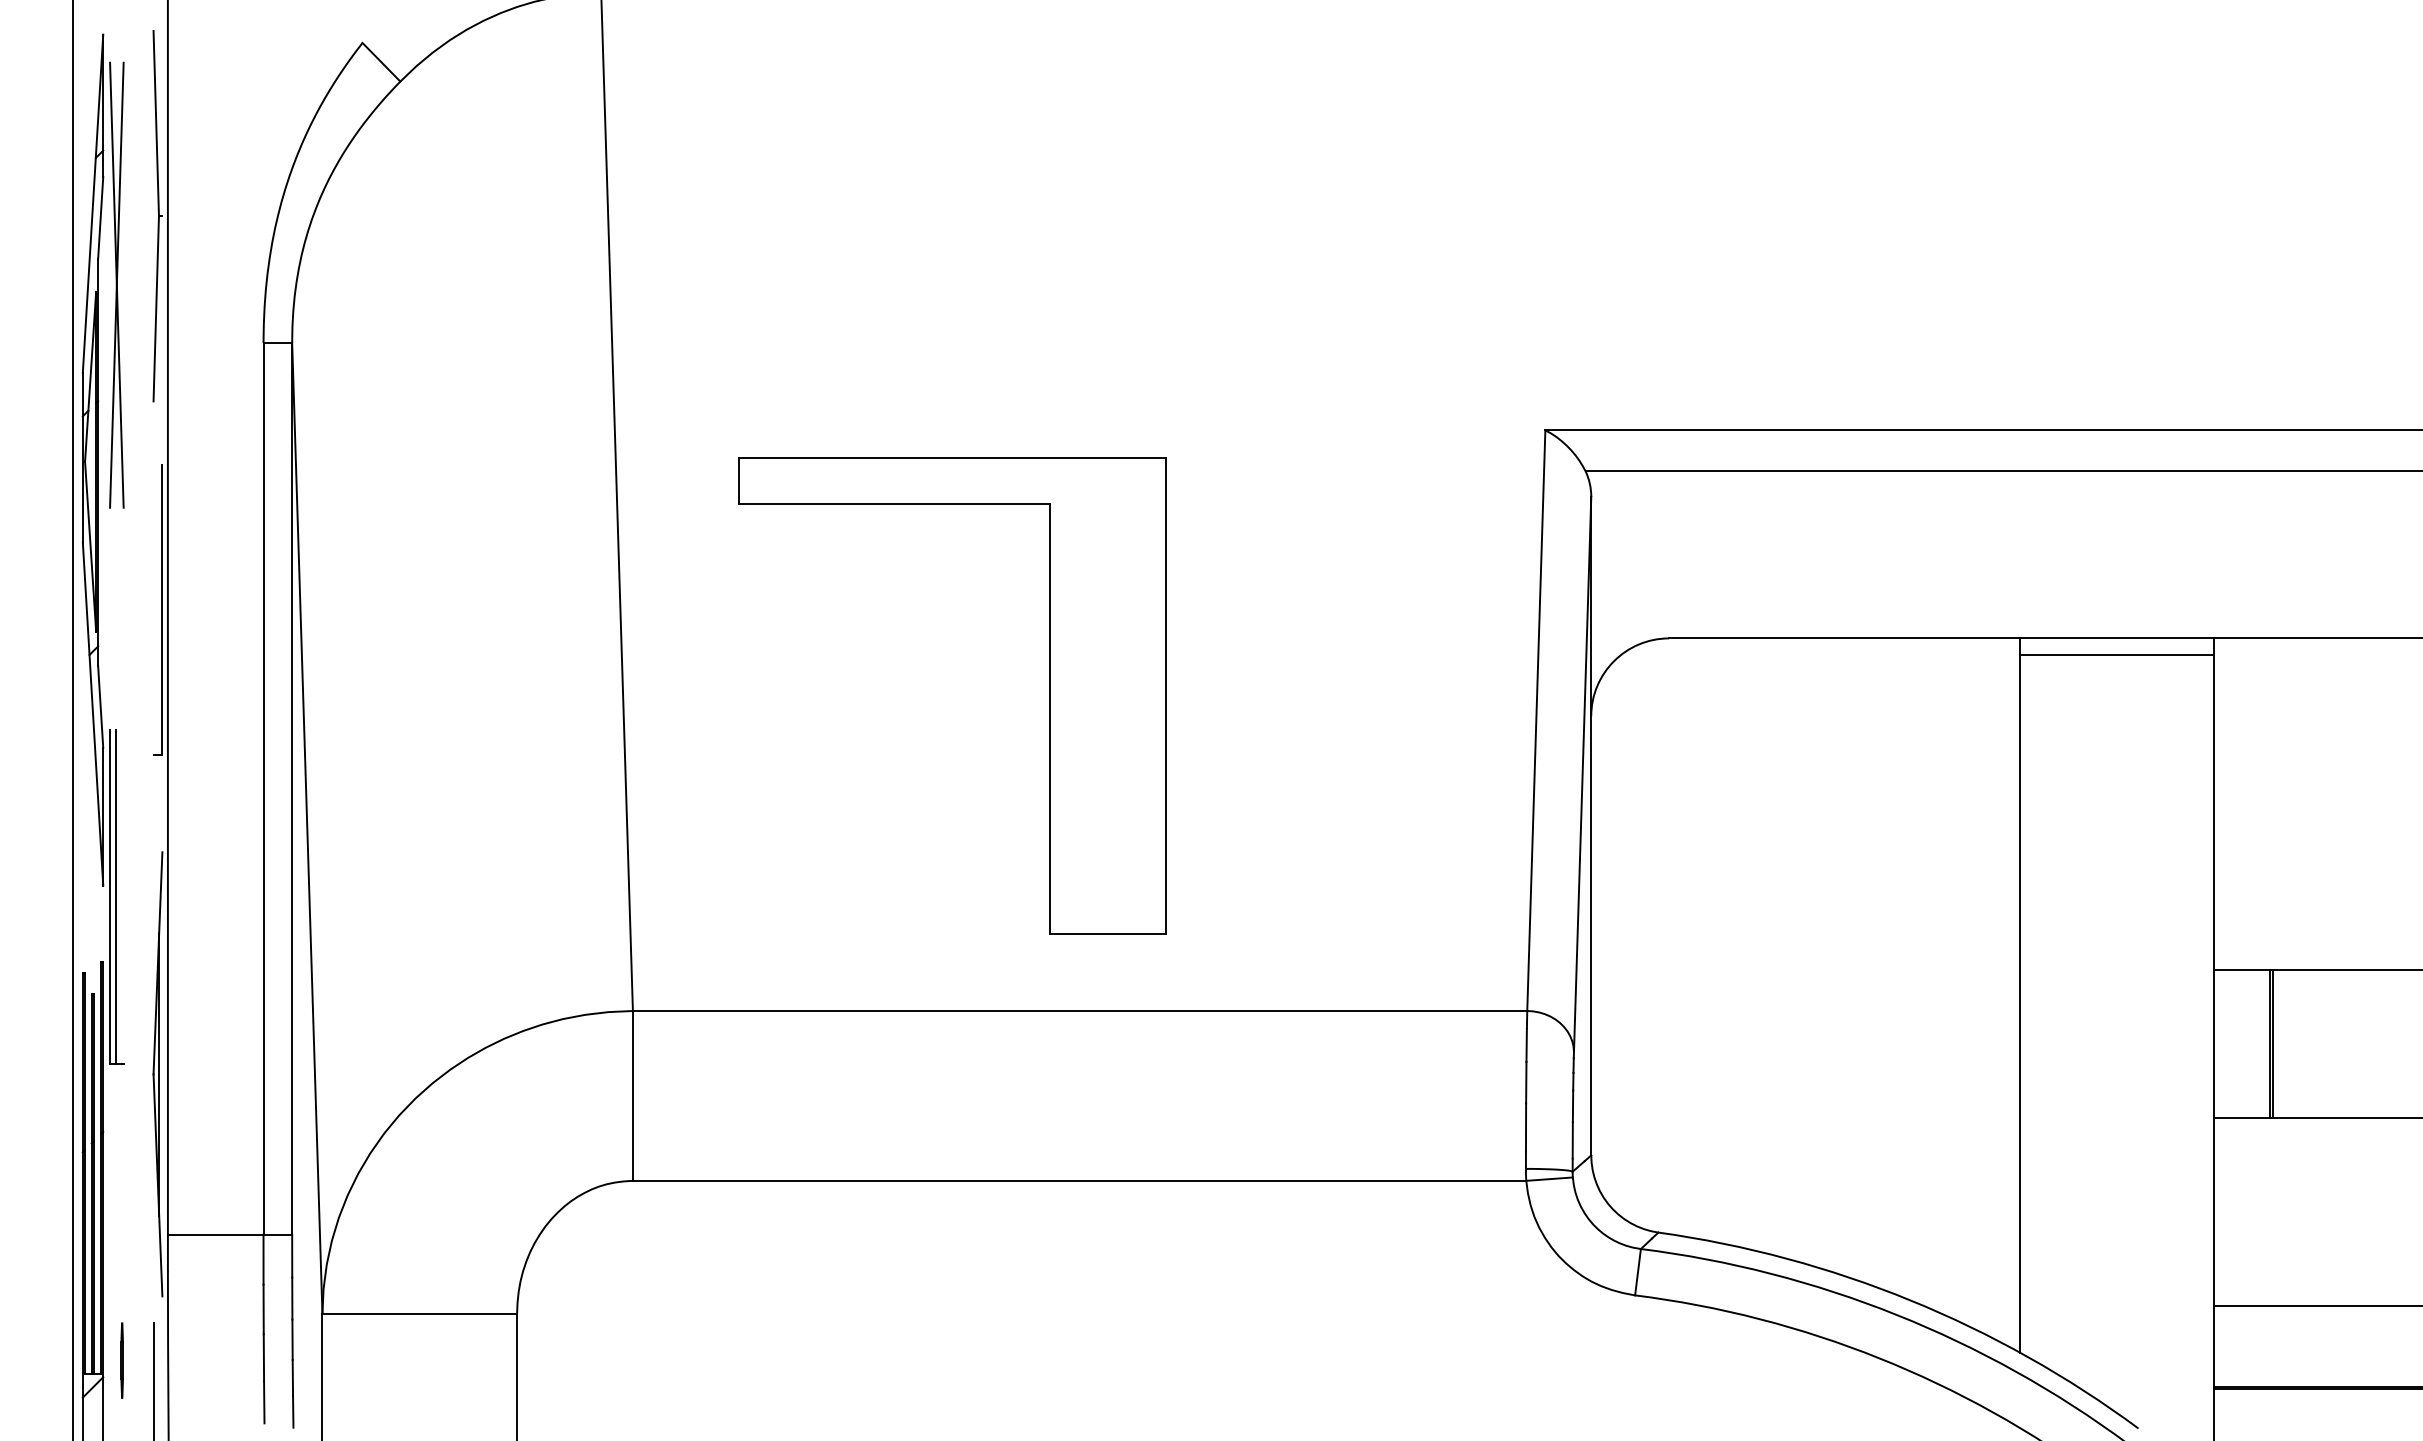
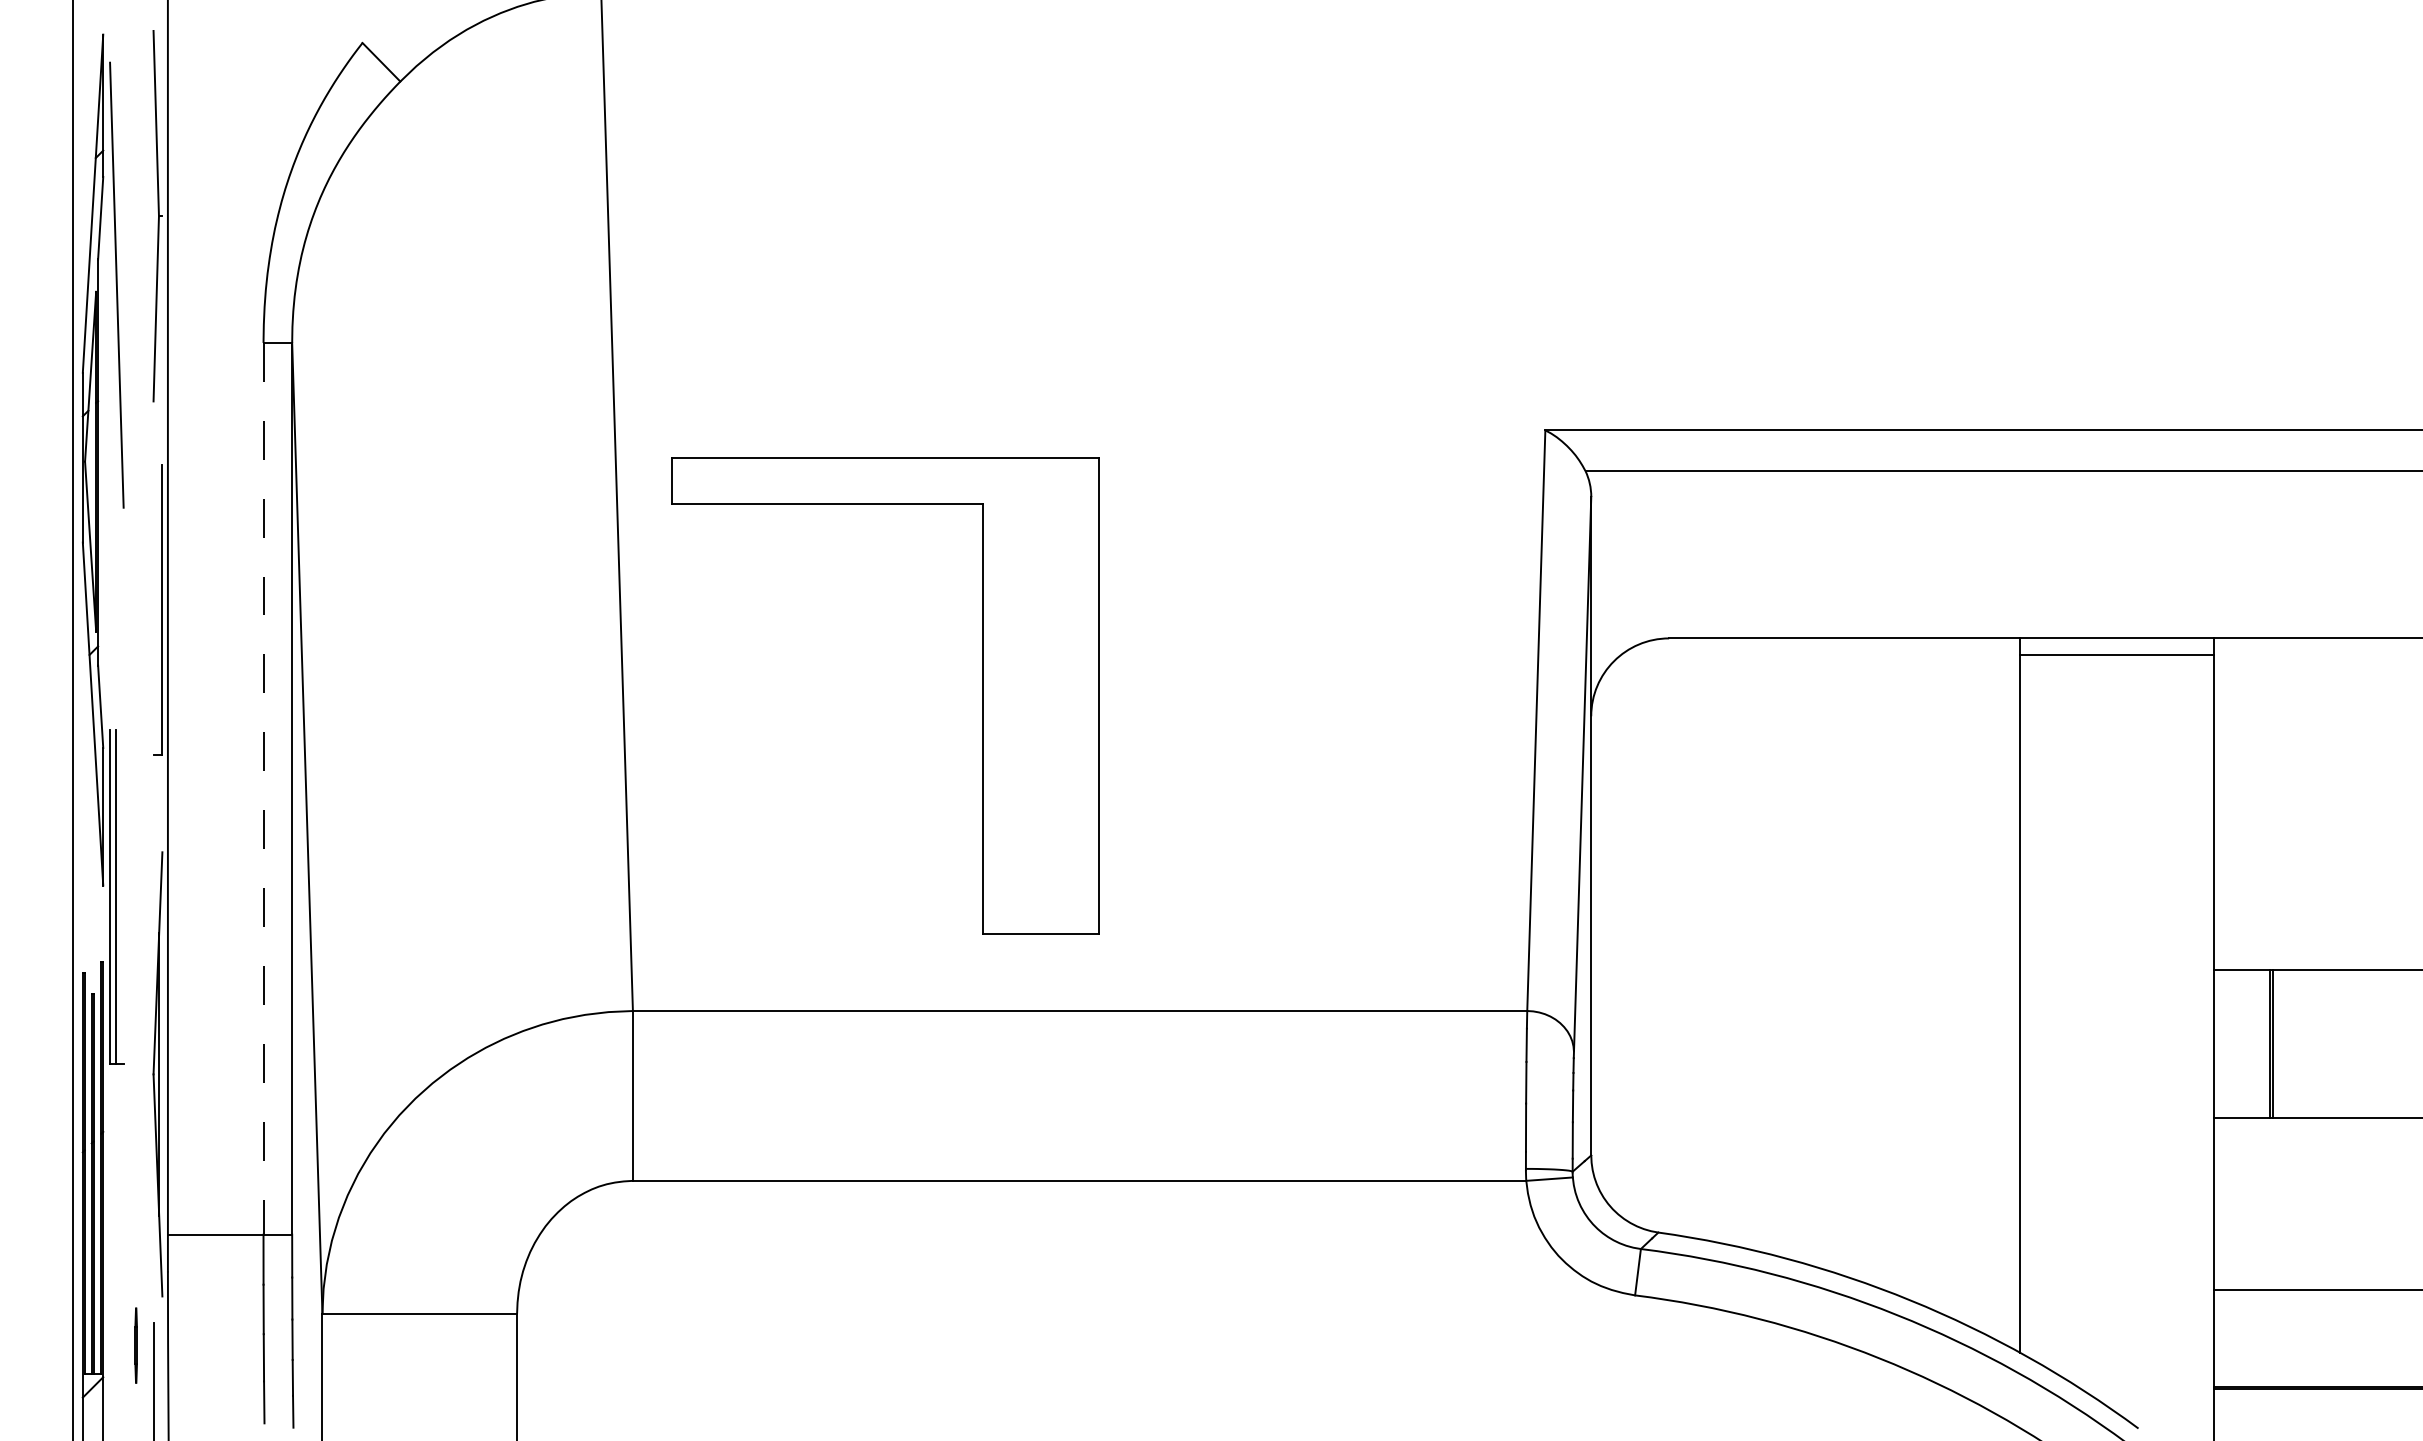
line at (116, 284): present -> none
part at (1049, 695) position: (1049, 695) -> (982, 695)
line at (263, 788): solid -> dashed
line at (2316, 1306) position: (2316, 1306) -> (2316, 1290)
line at (121, 1360) position: (121, 1360) -> (135, 1345)
